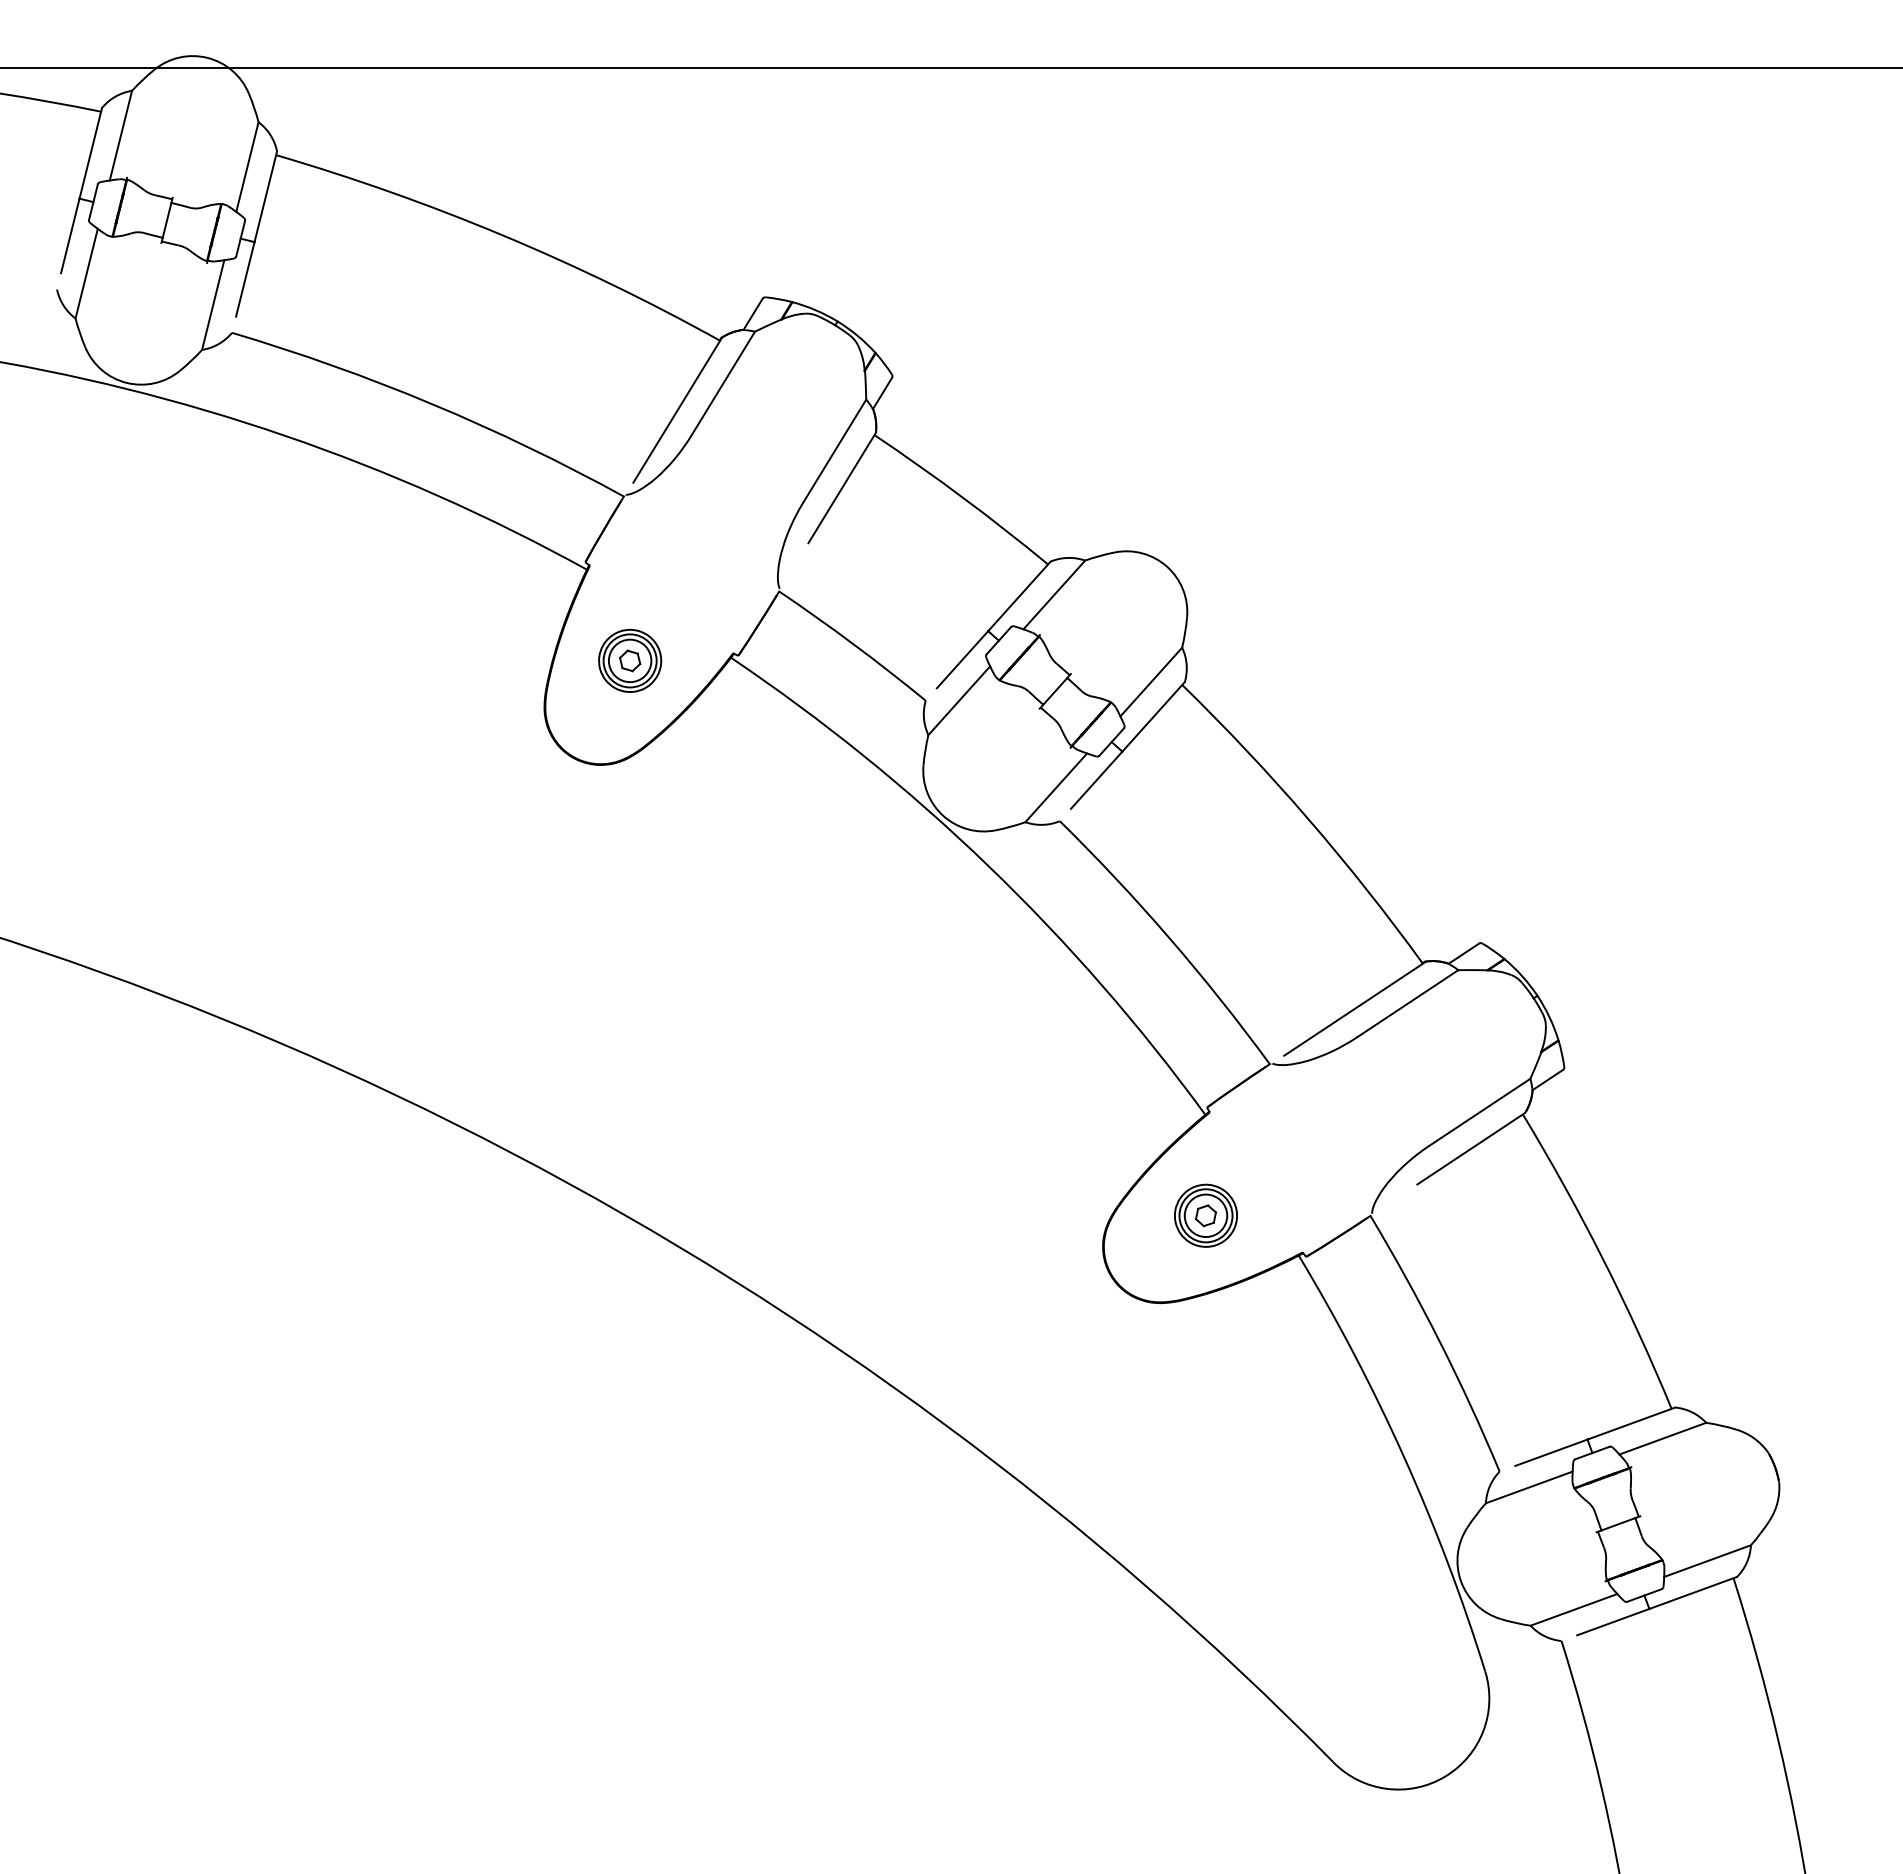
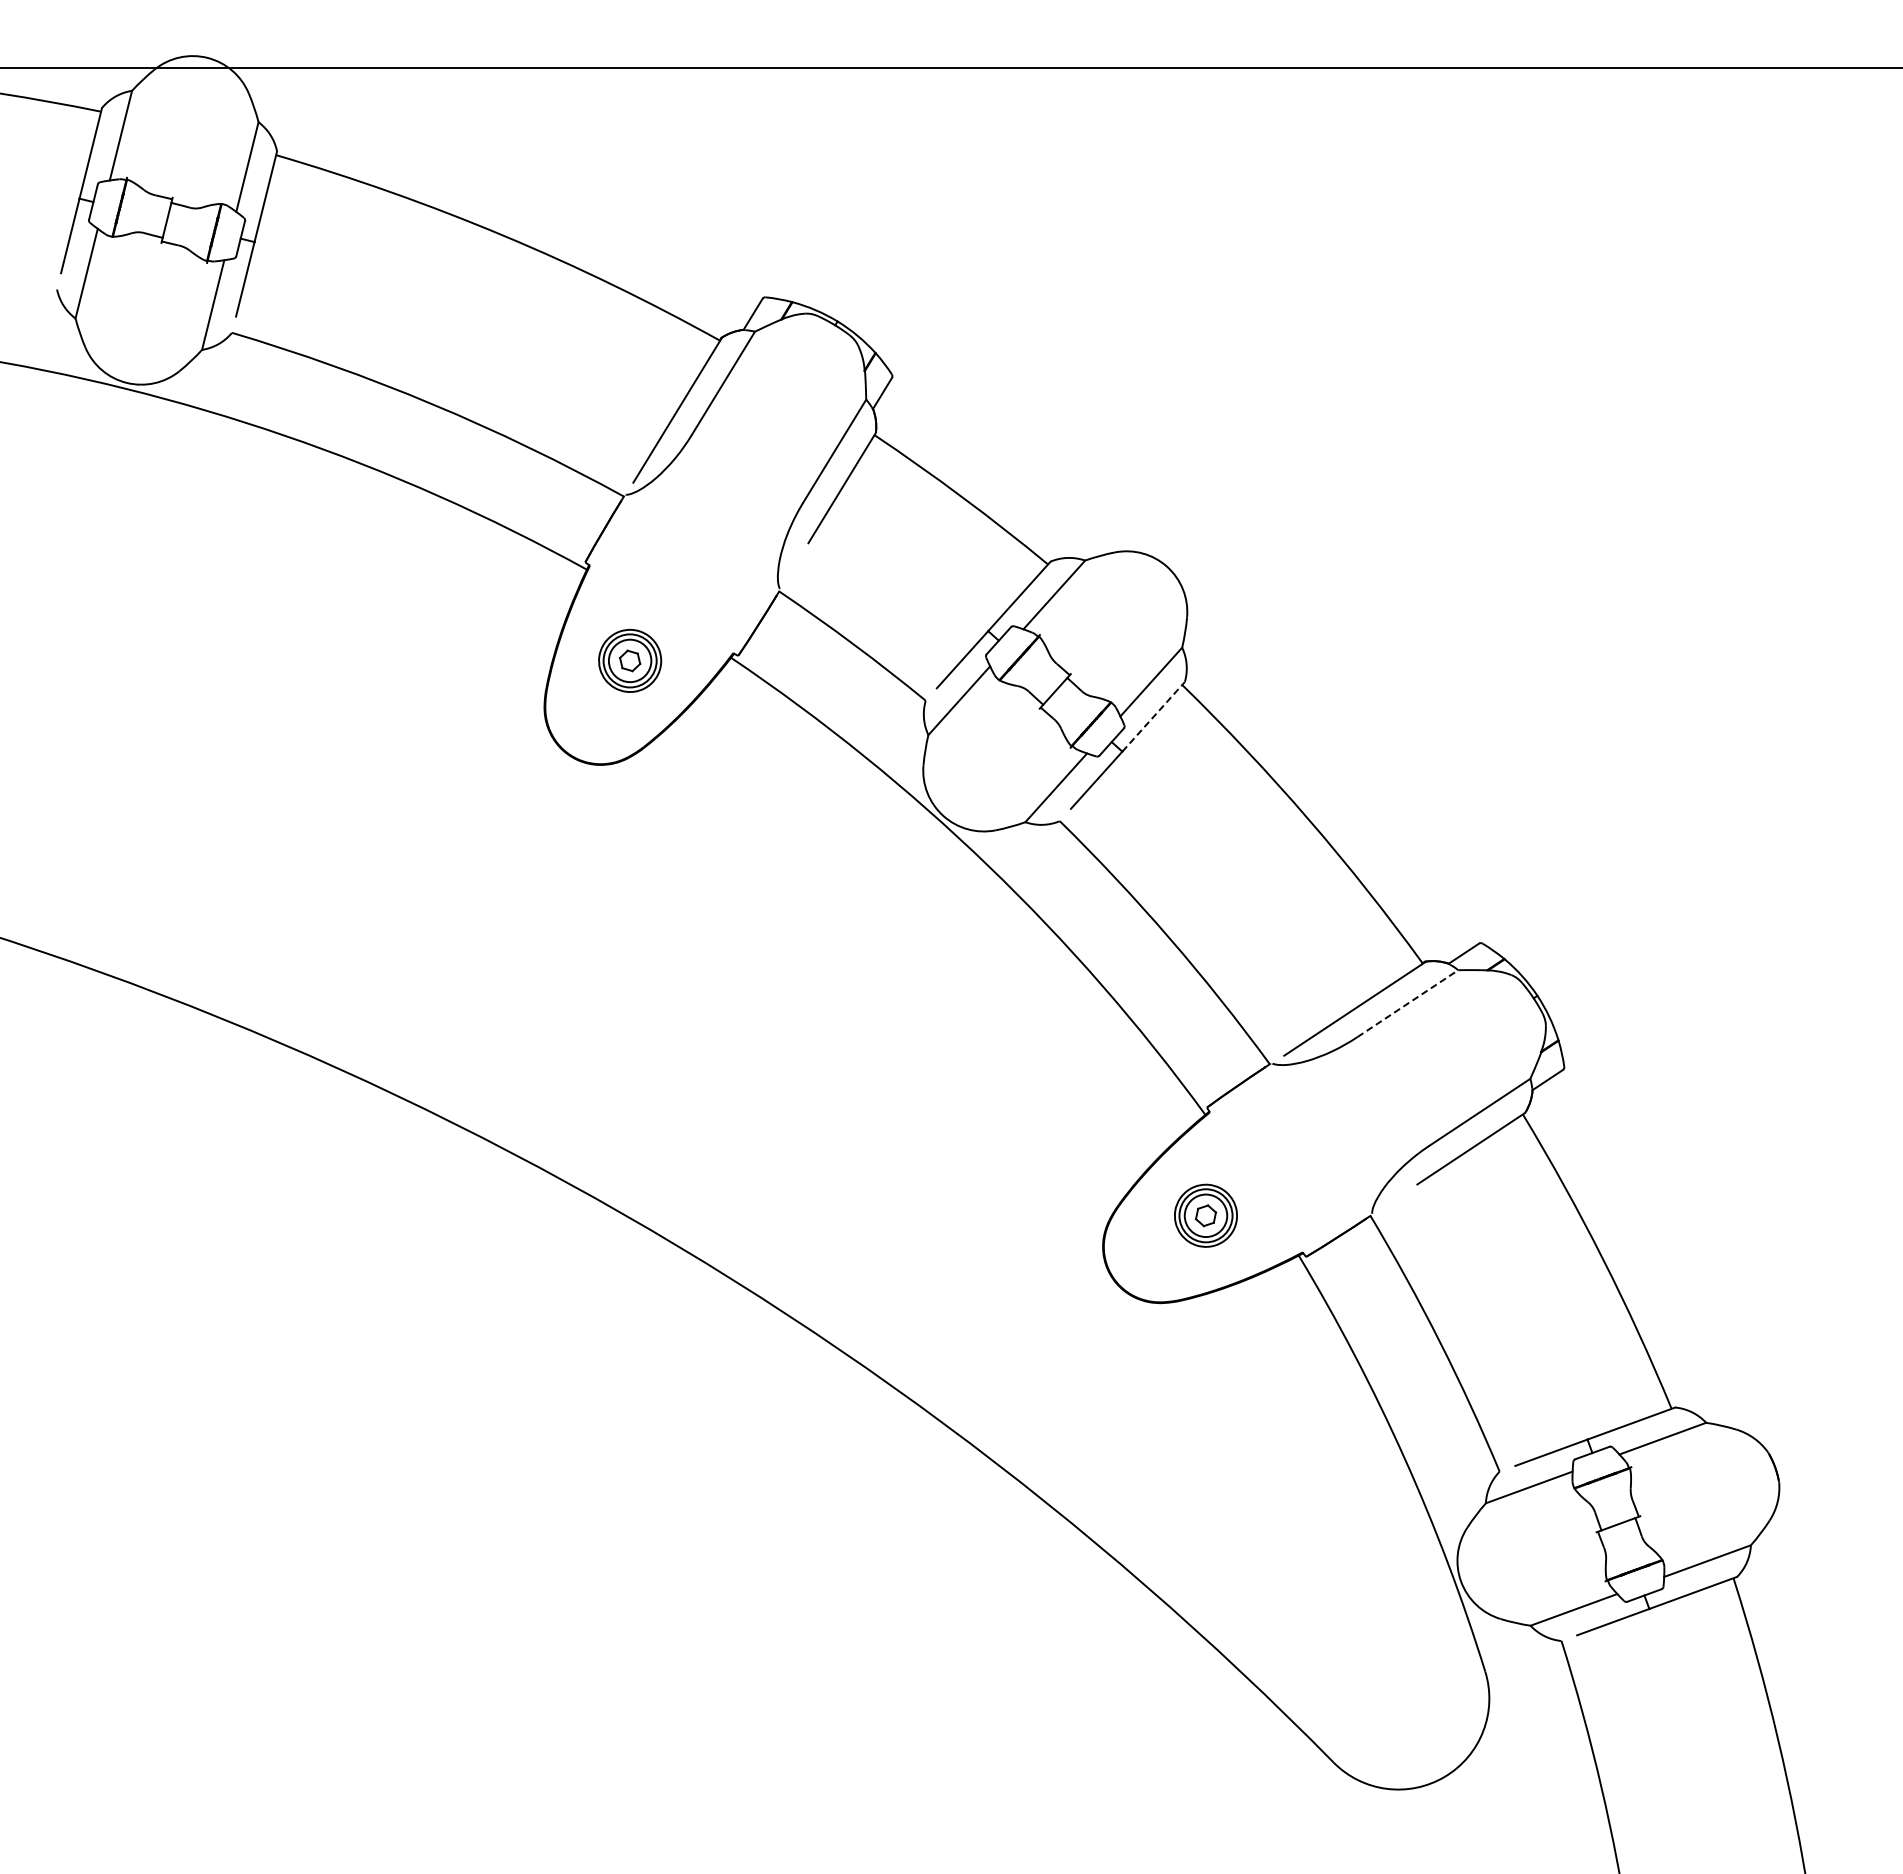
line at (1153, 717): solid -> dashed
line at (1408, 1003): solid -> dashed
